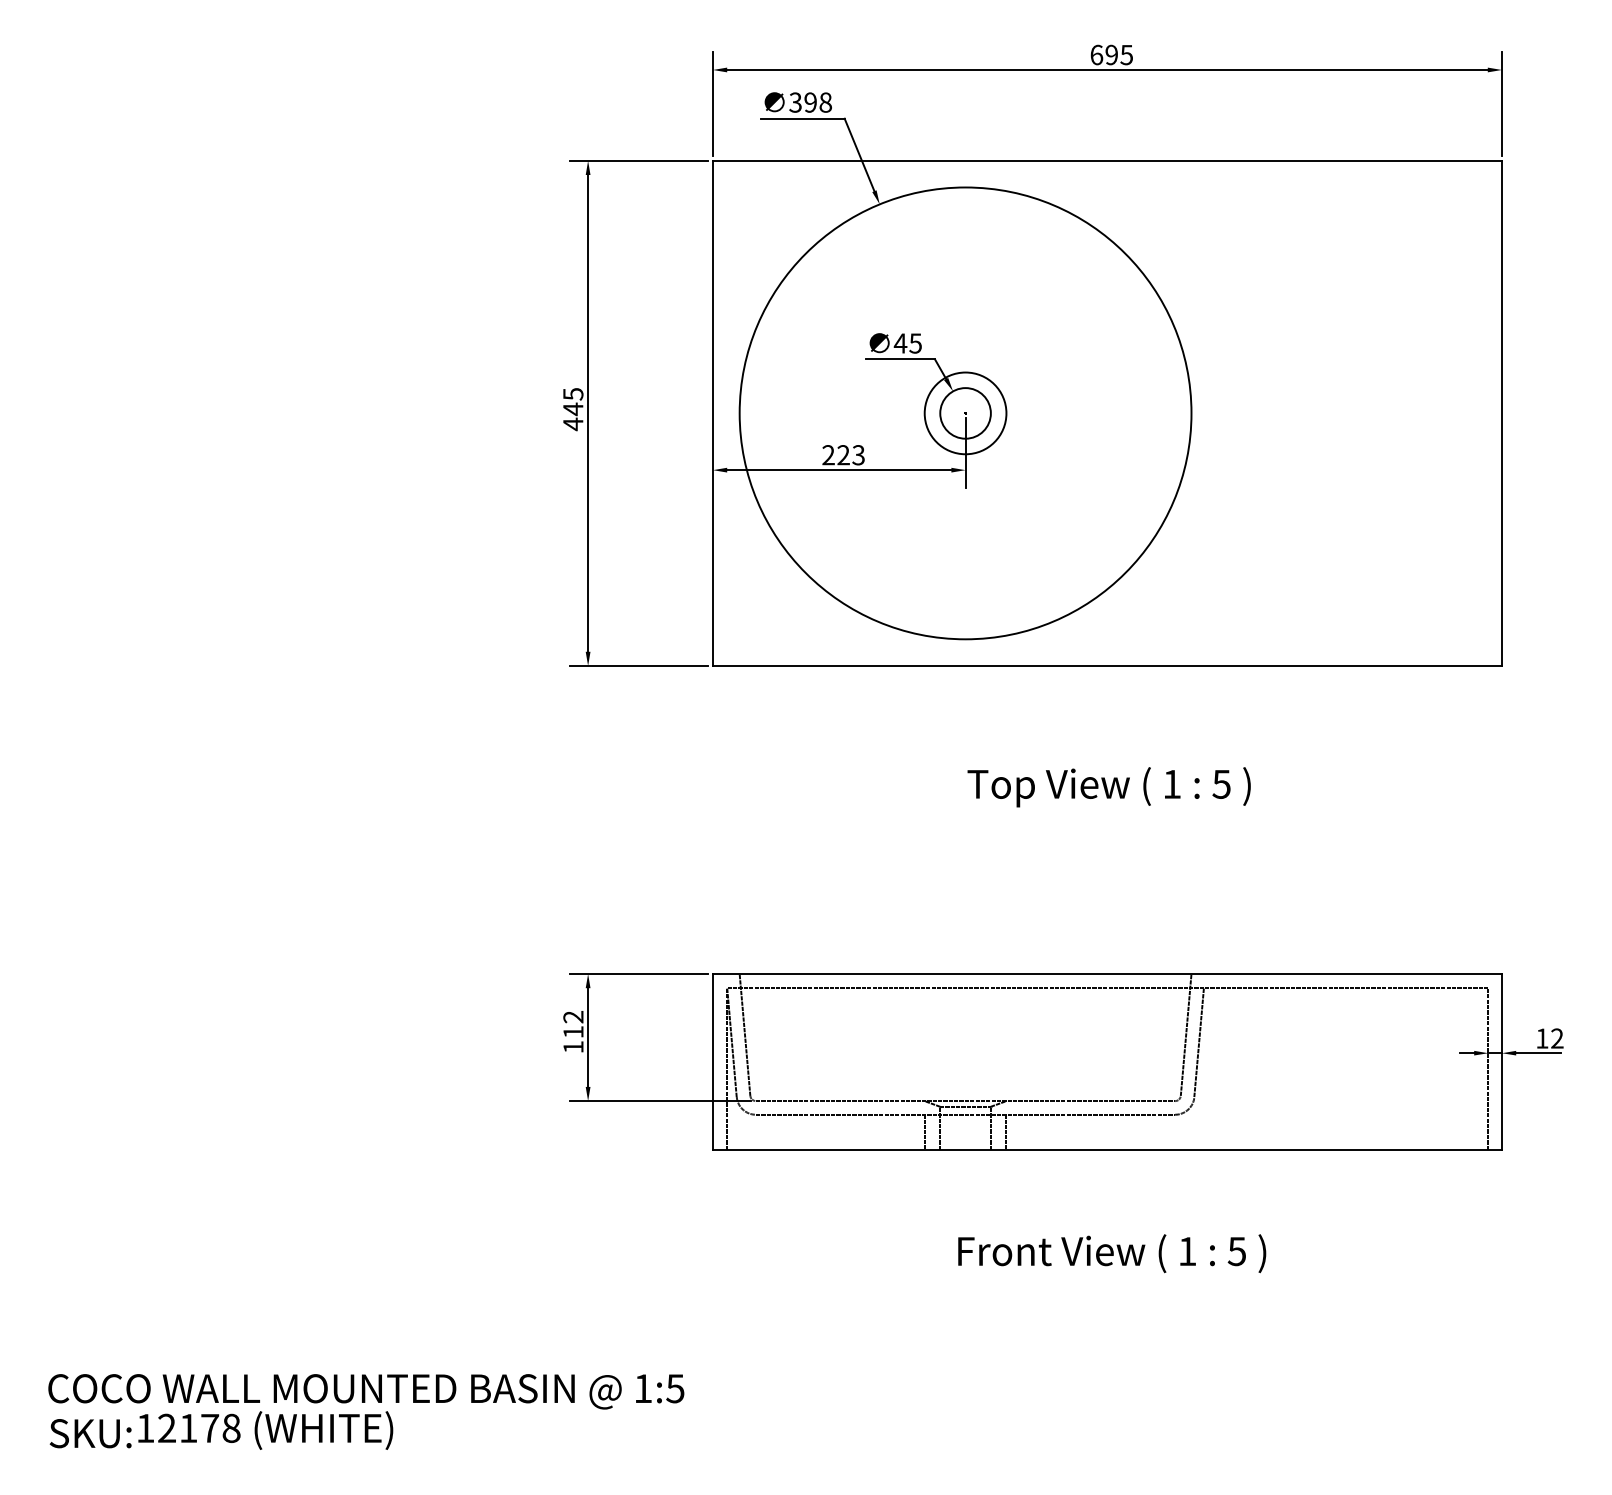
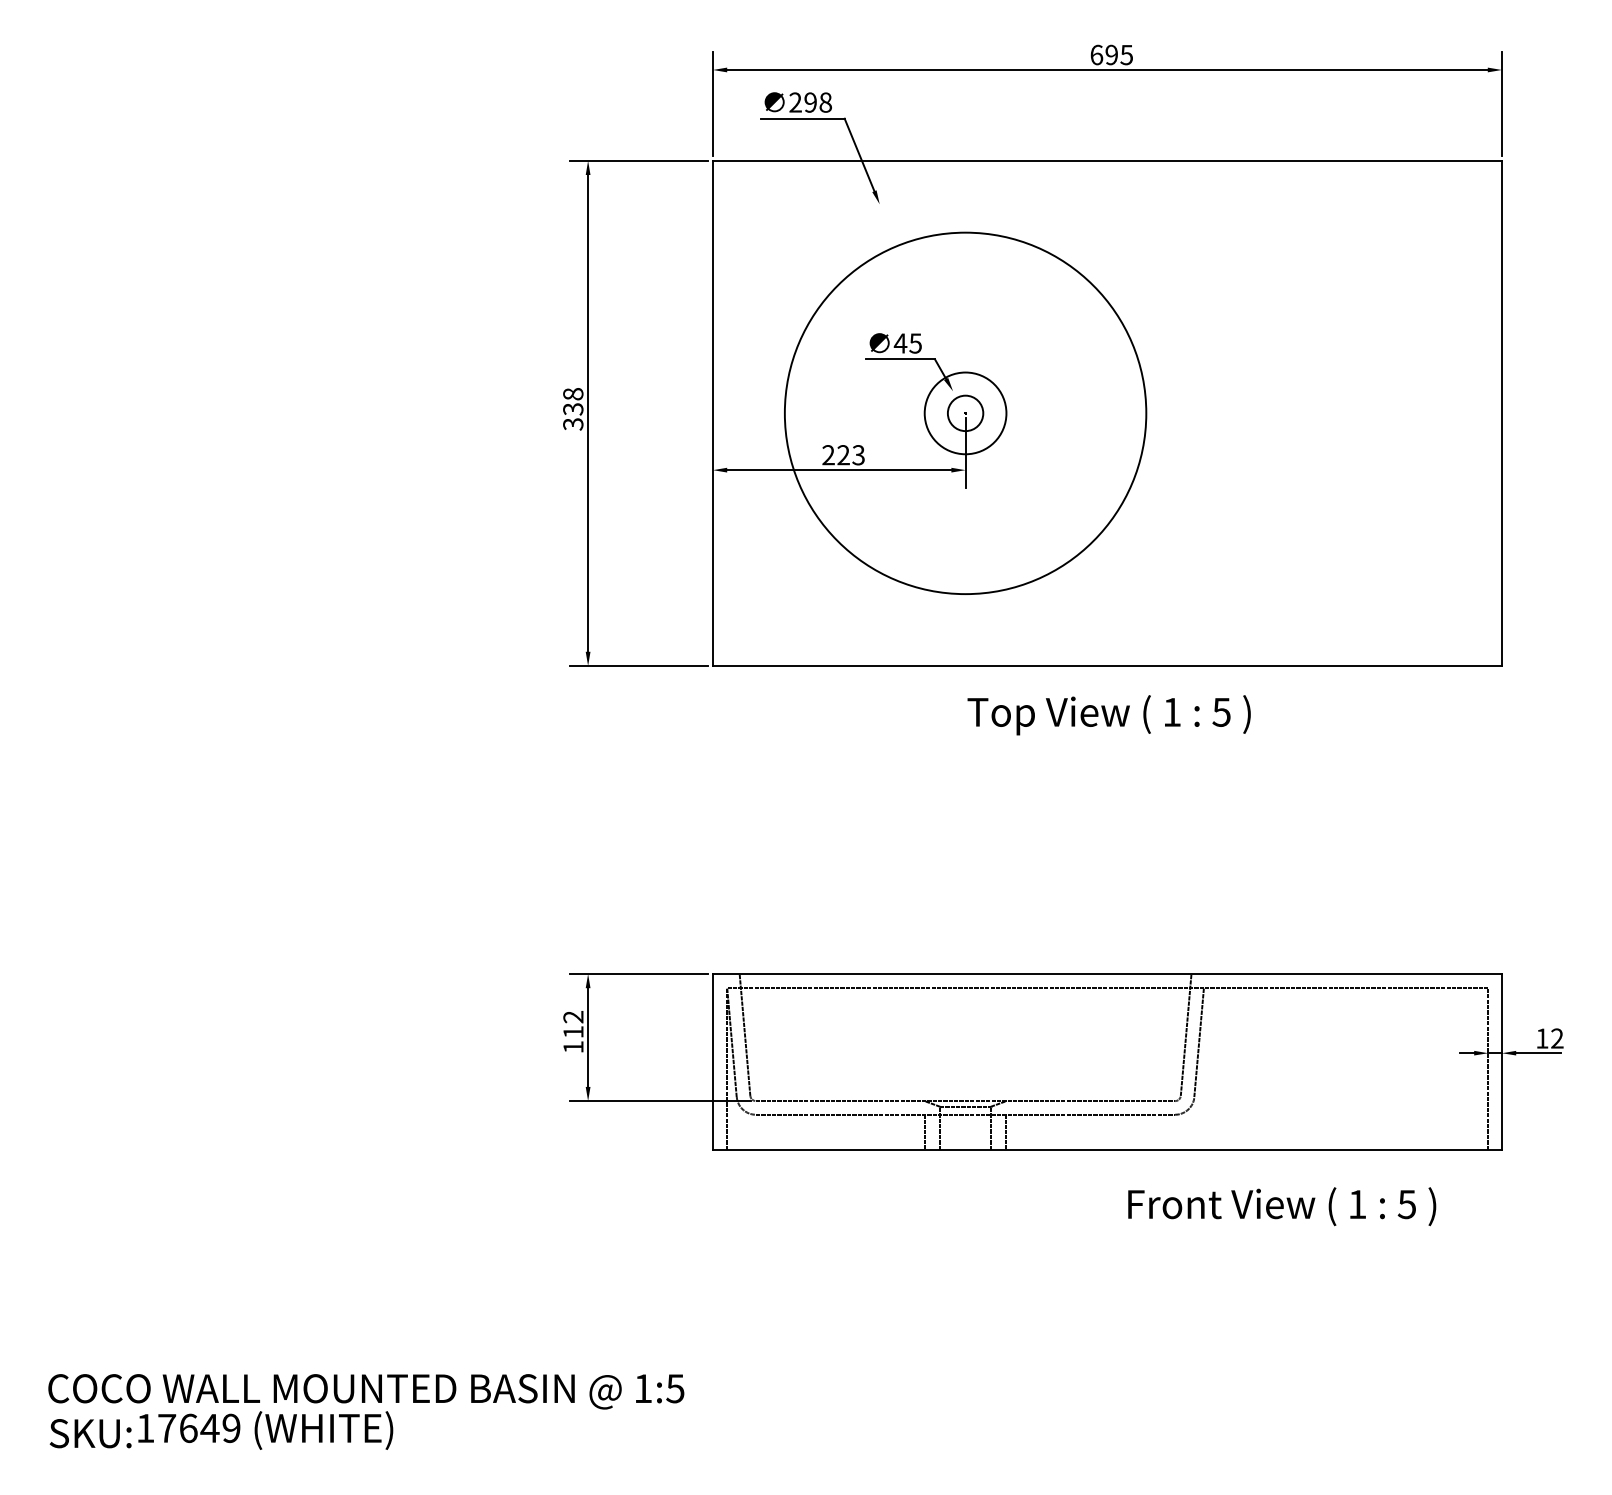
text at (795, 102): 398 -> 298
text at (573, 409): 445 -> 338
circle at (965, 413) diameter: 452 px -> 361 px
circle at (965, 413) diameter: 51 px -> 35 px
text at (1108, 787) position: (1108, 787) -> (1108, 715)
text at (1112, 1253) position: (1112, 1253) -> (1282, 1206)
text at (199, 1428): 12178 -> 17649
